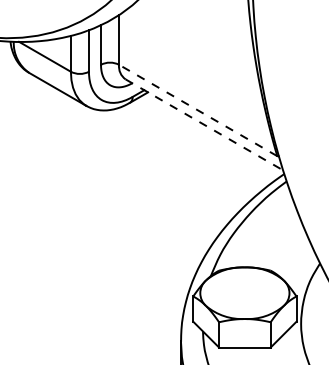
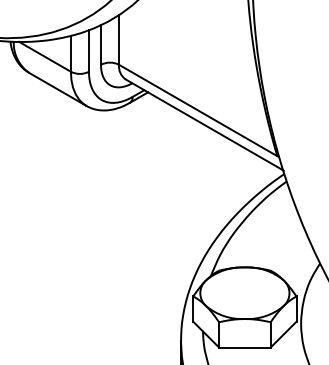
line at (197, 110): dashed -> solid
line at (205, 125): dashed -> solid
